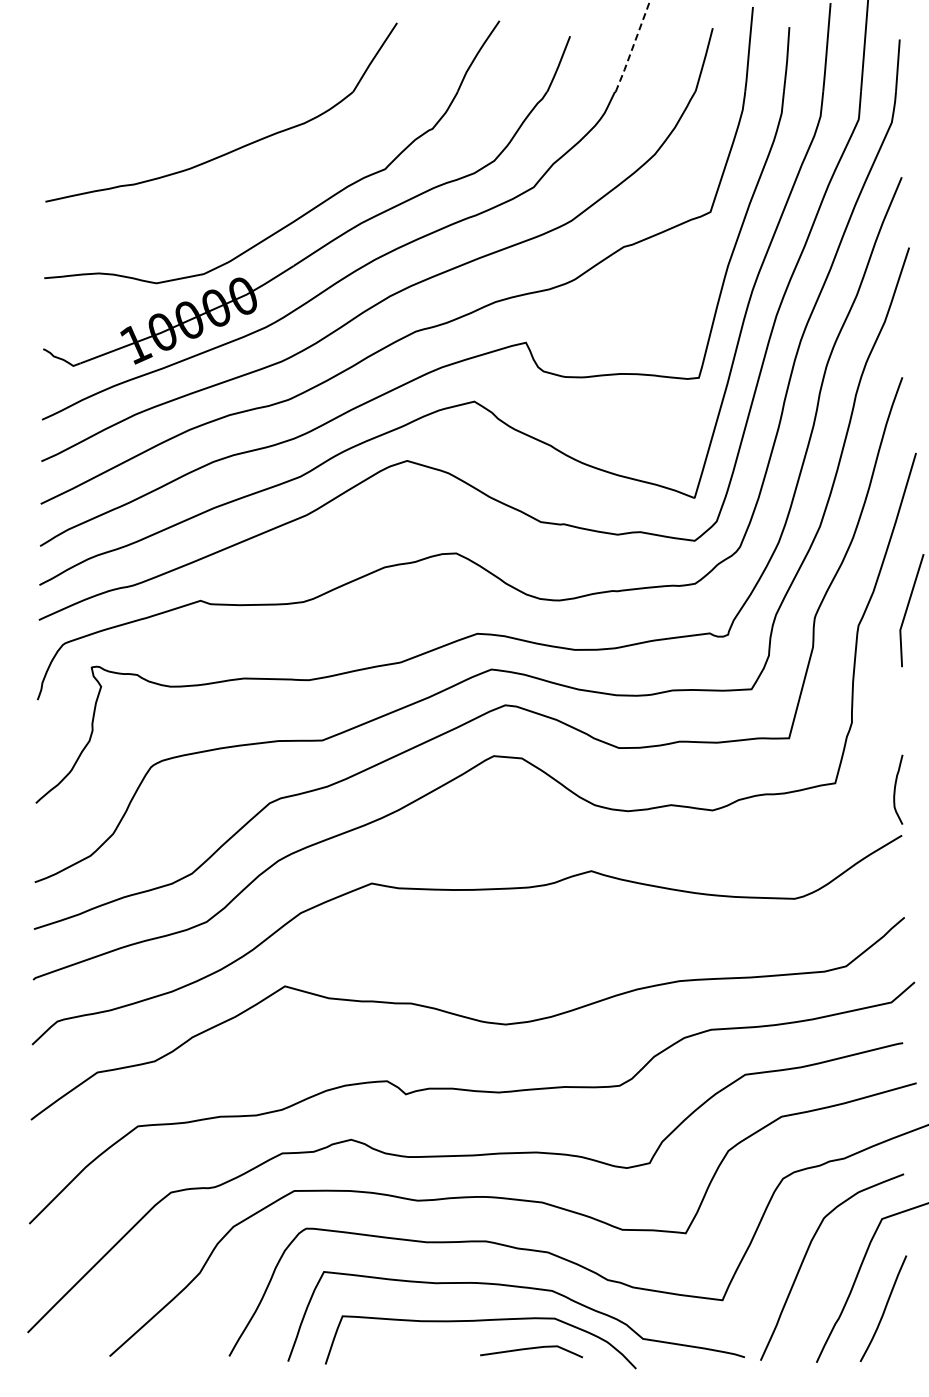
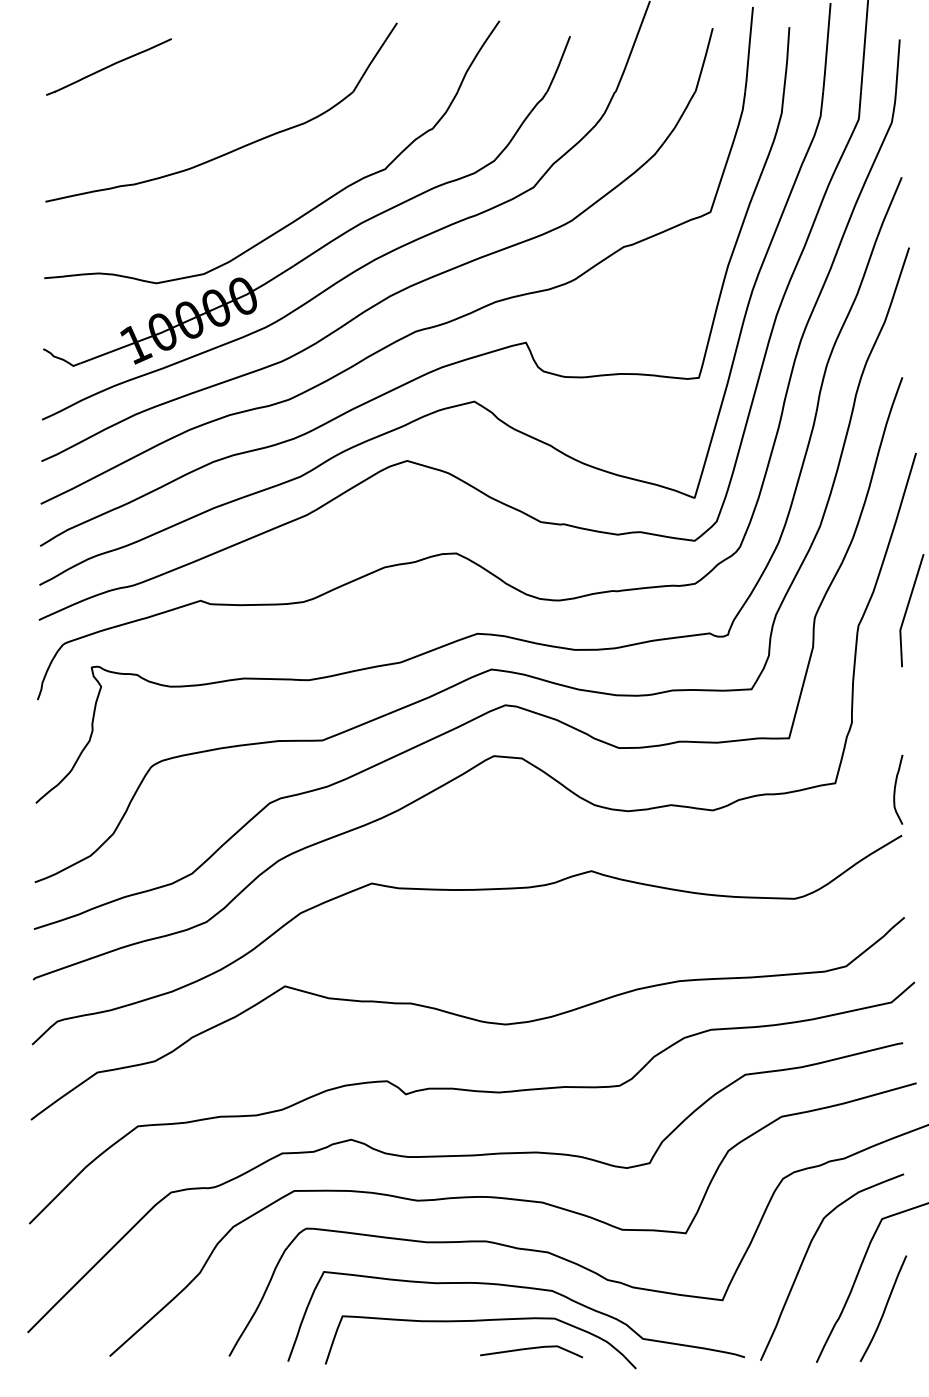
line at (633, 46): dashed -> solid
part at (108, 66): none -> present
